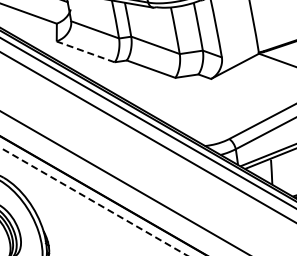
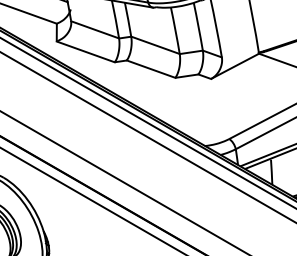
line at (85, 51): dashed -> solid
line at (93, 201): dashed -> solid
